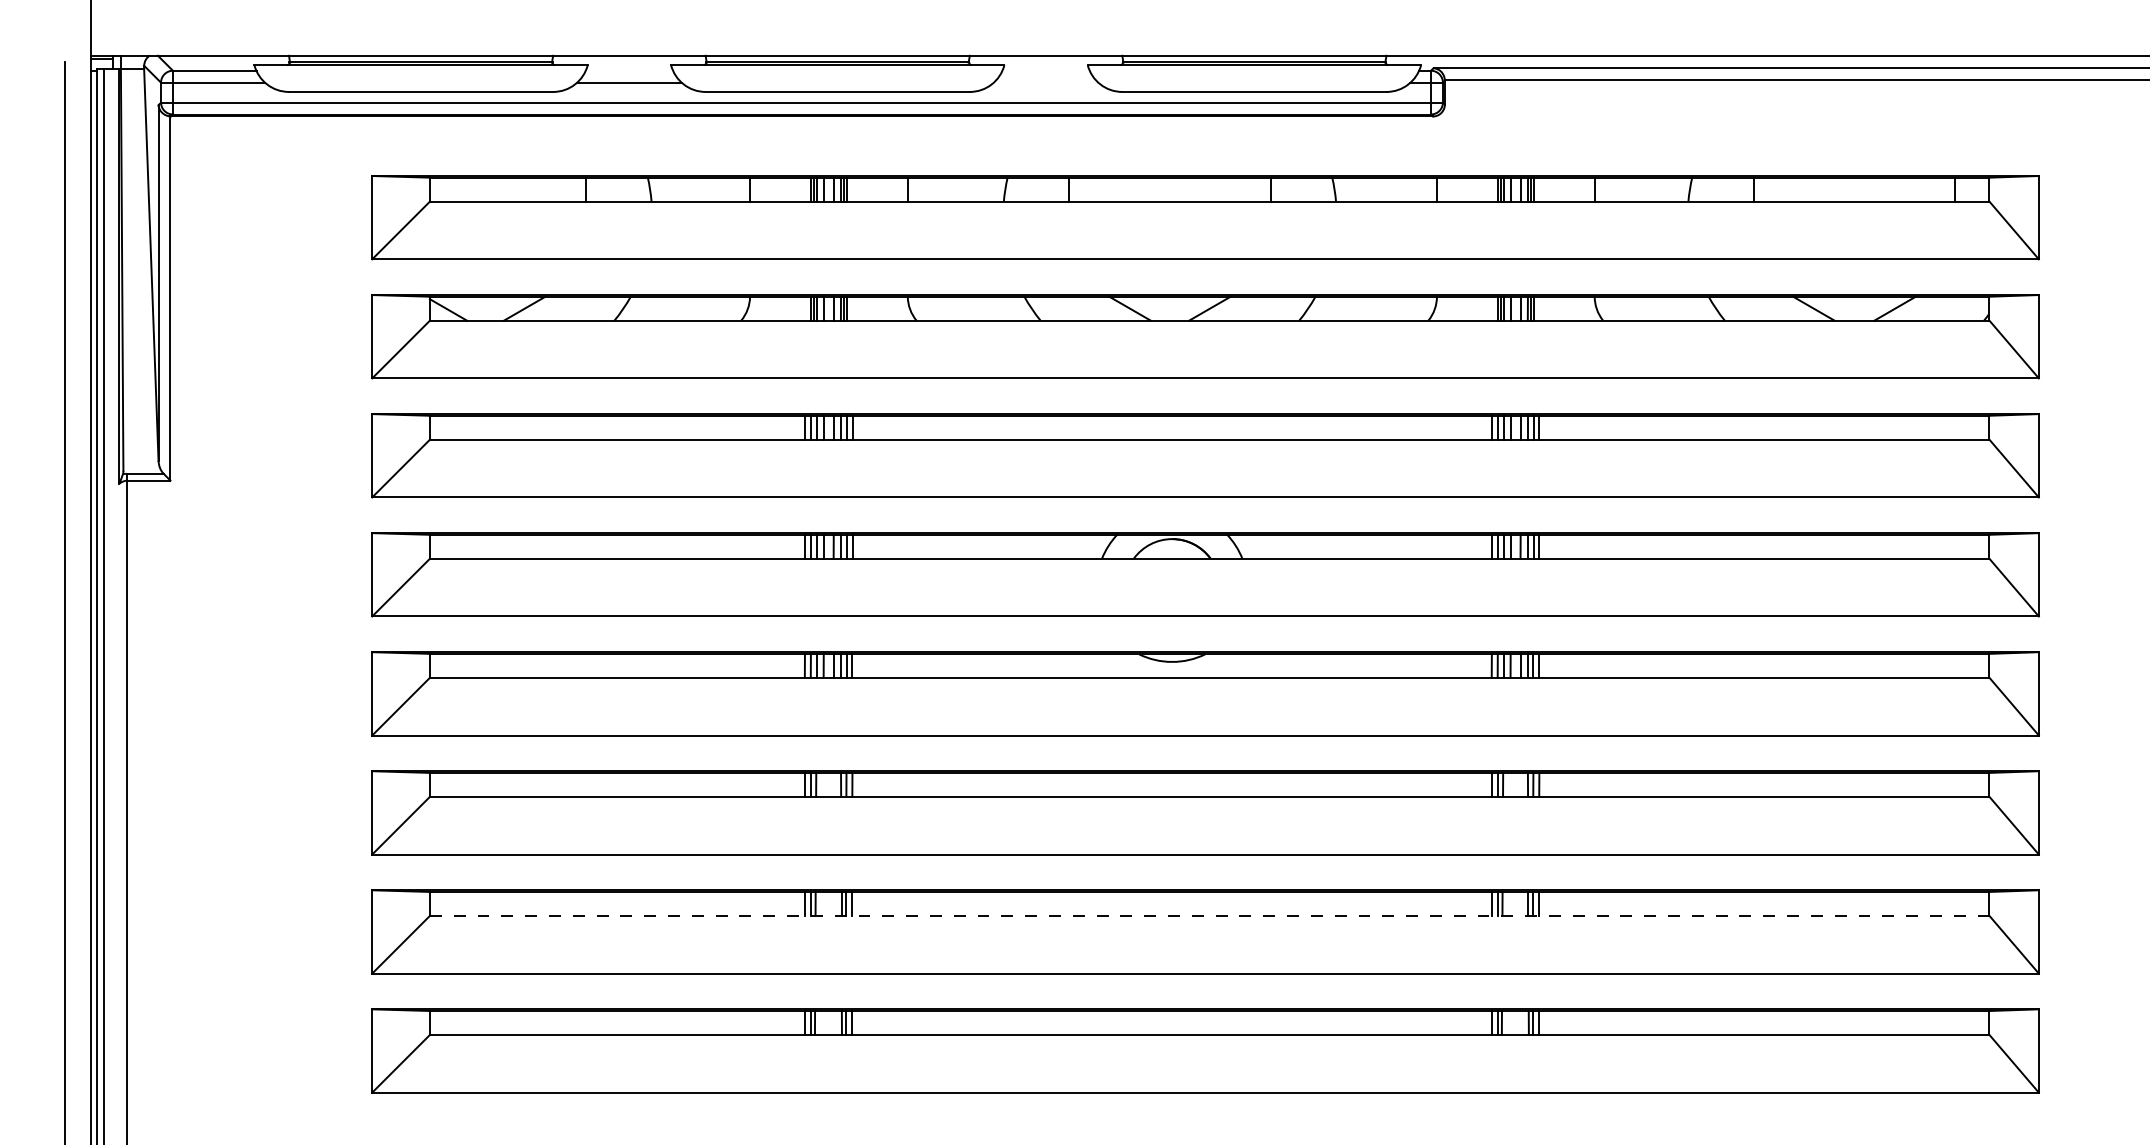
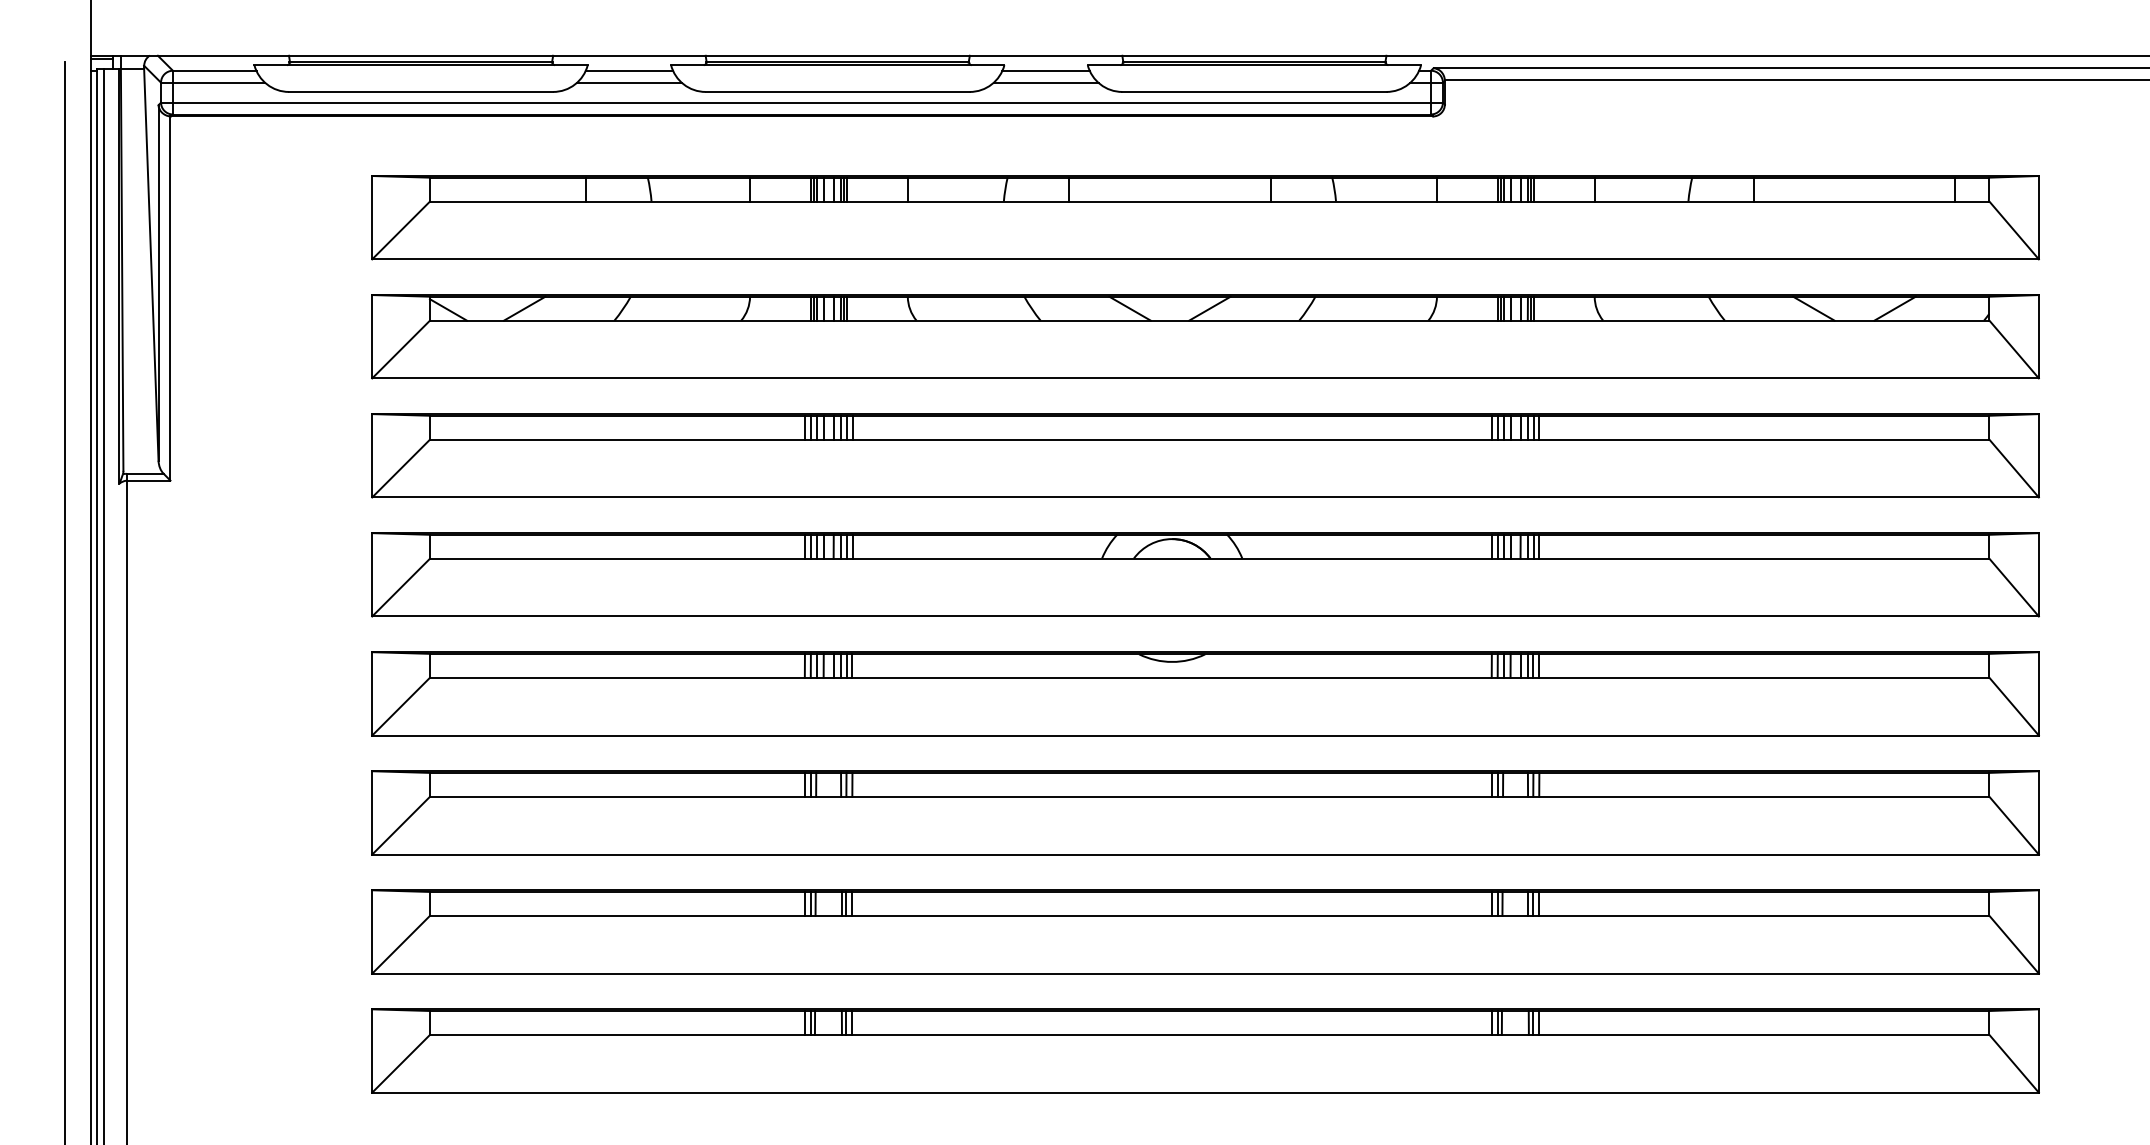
line at (629, 70): none -> present
line at (1045, 70): none -> present
line at (1045, 82): none -> present
line at (1209, 915): dashed -> solid
